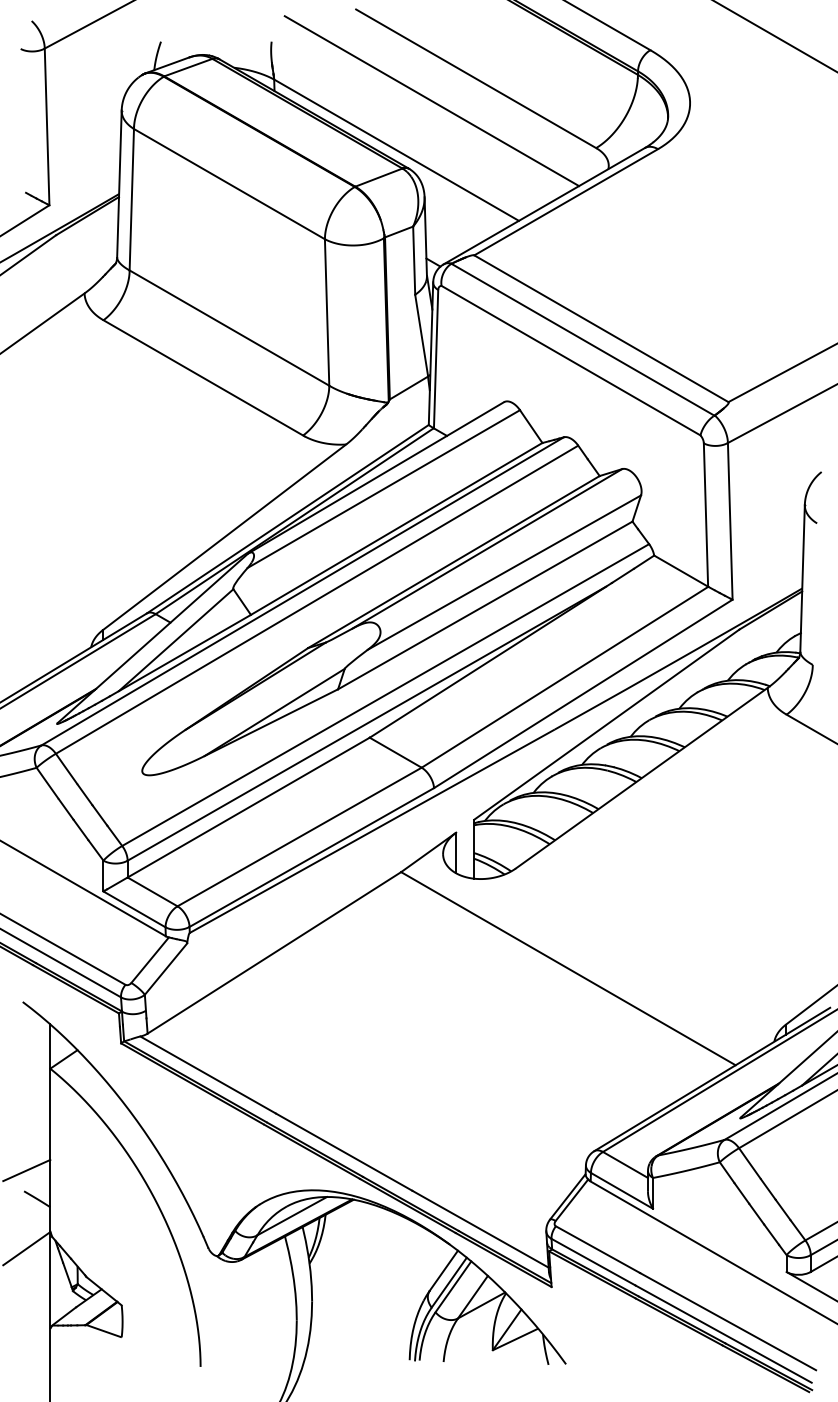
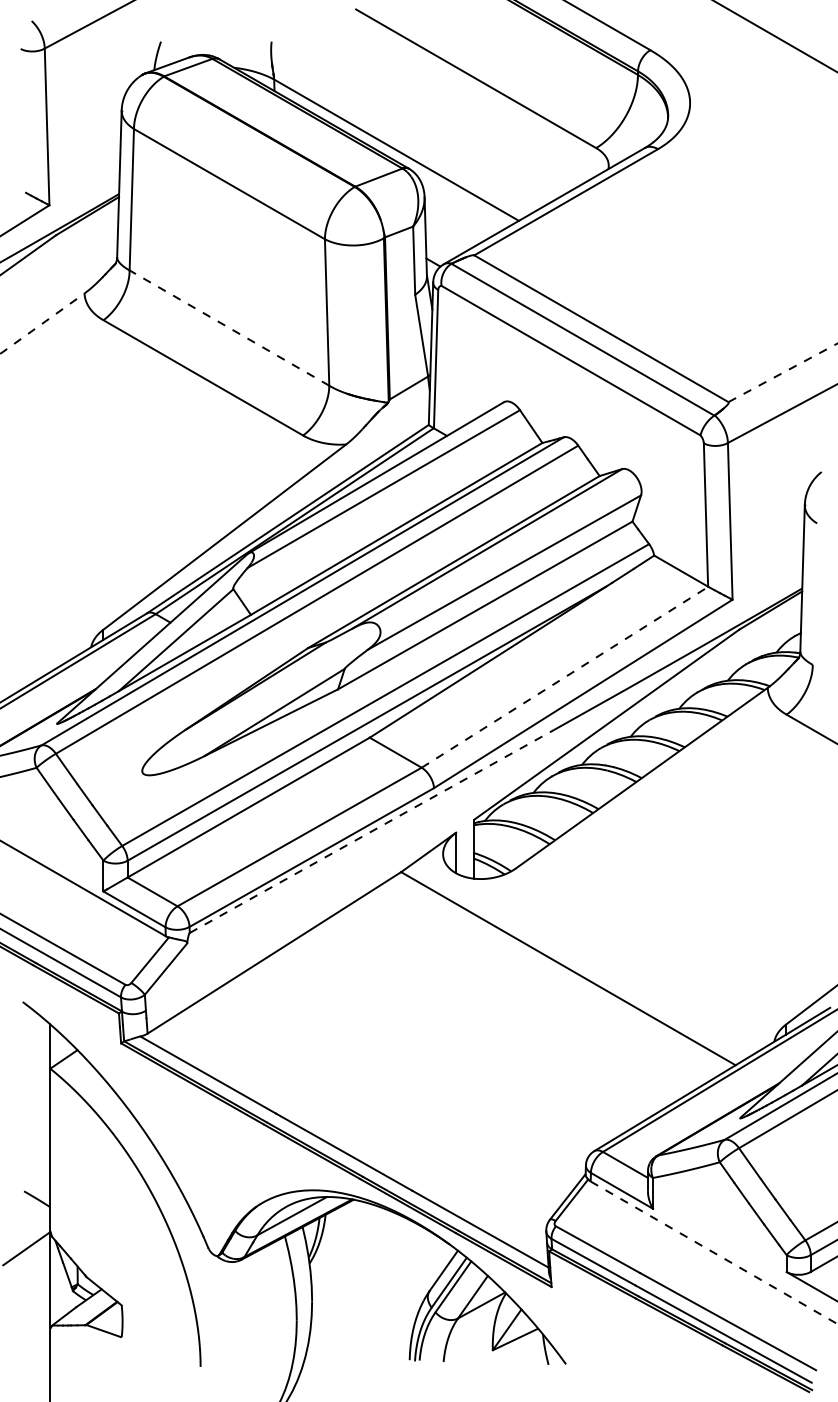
line at (431, 101): present -> none
line at (42, 323): solid -> dashed
line at (229, 327): solid -> dashed
line at (782, 372): solid -> dashed
line at (565, 677): solid -> dashed
line at (372, 830): solid -> dashed
line at (26, 1170): present -> none
line at (714, 1252): solid -> dashed
